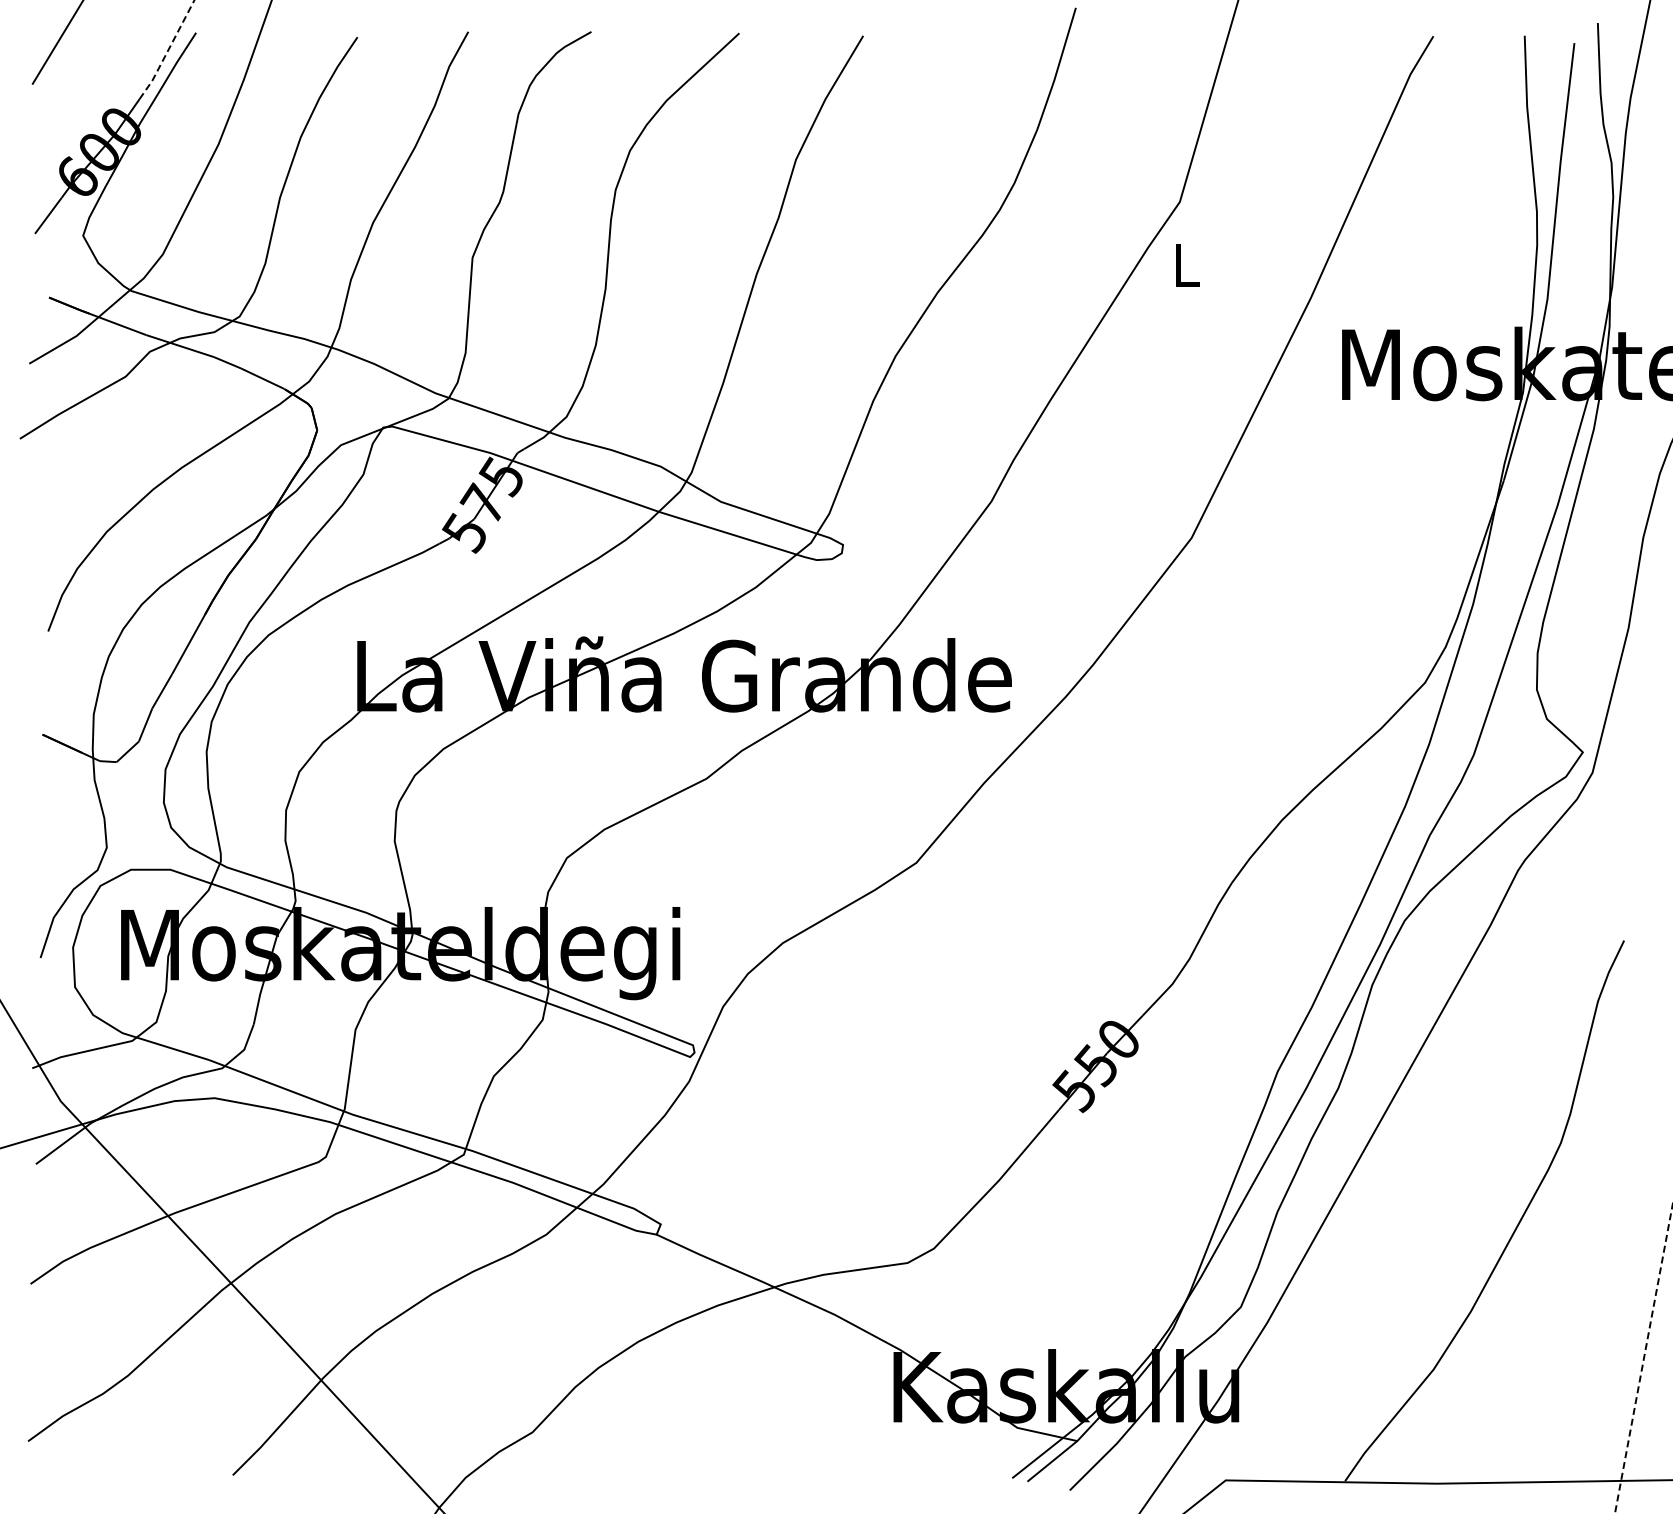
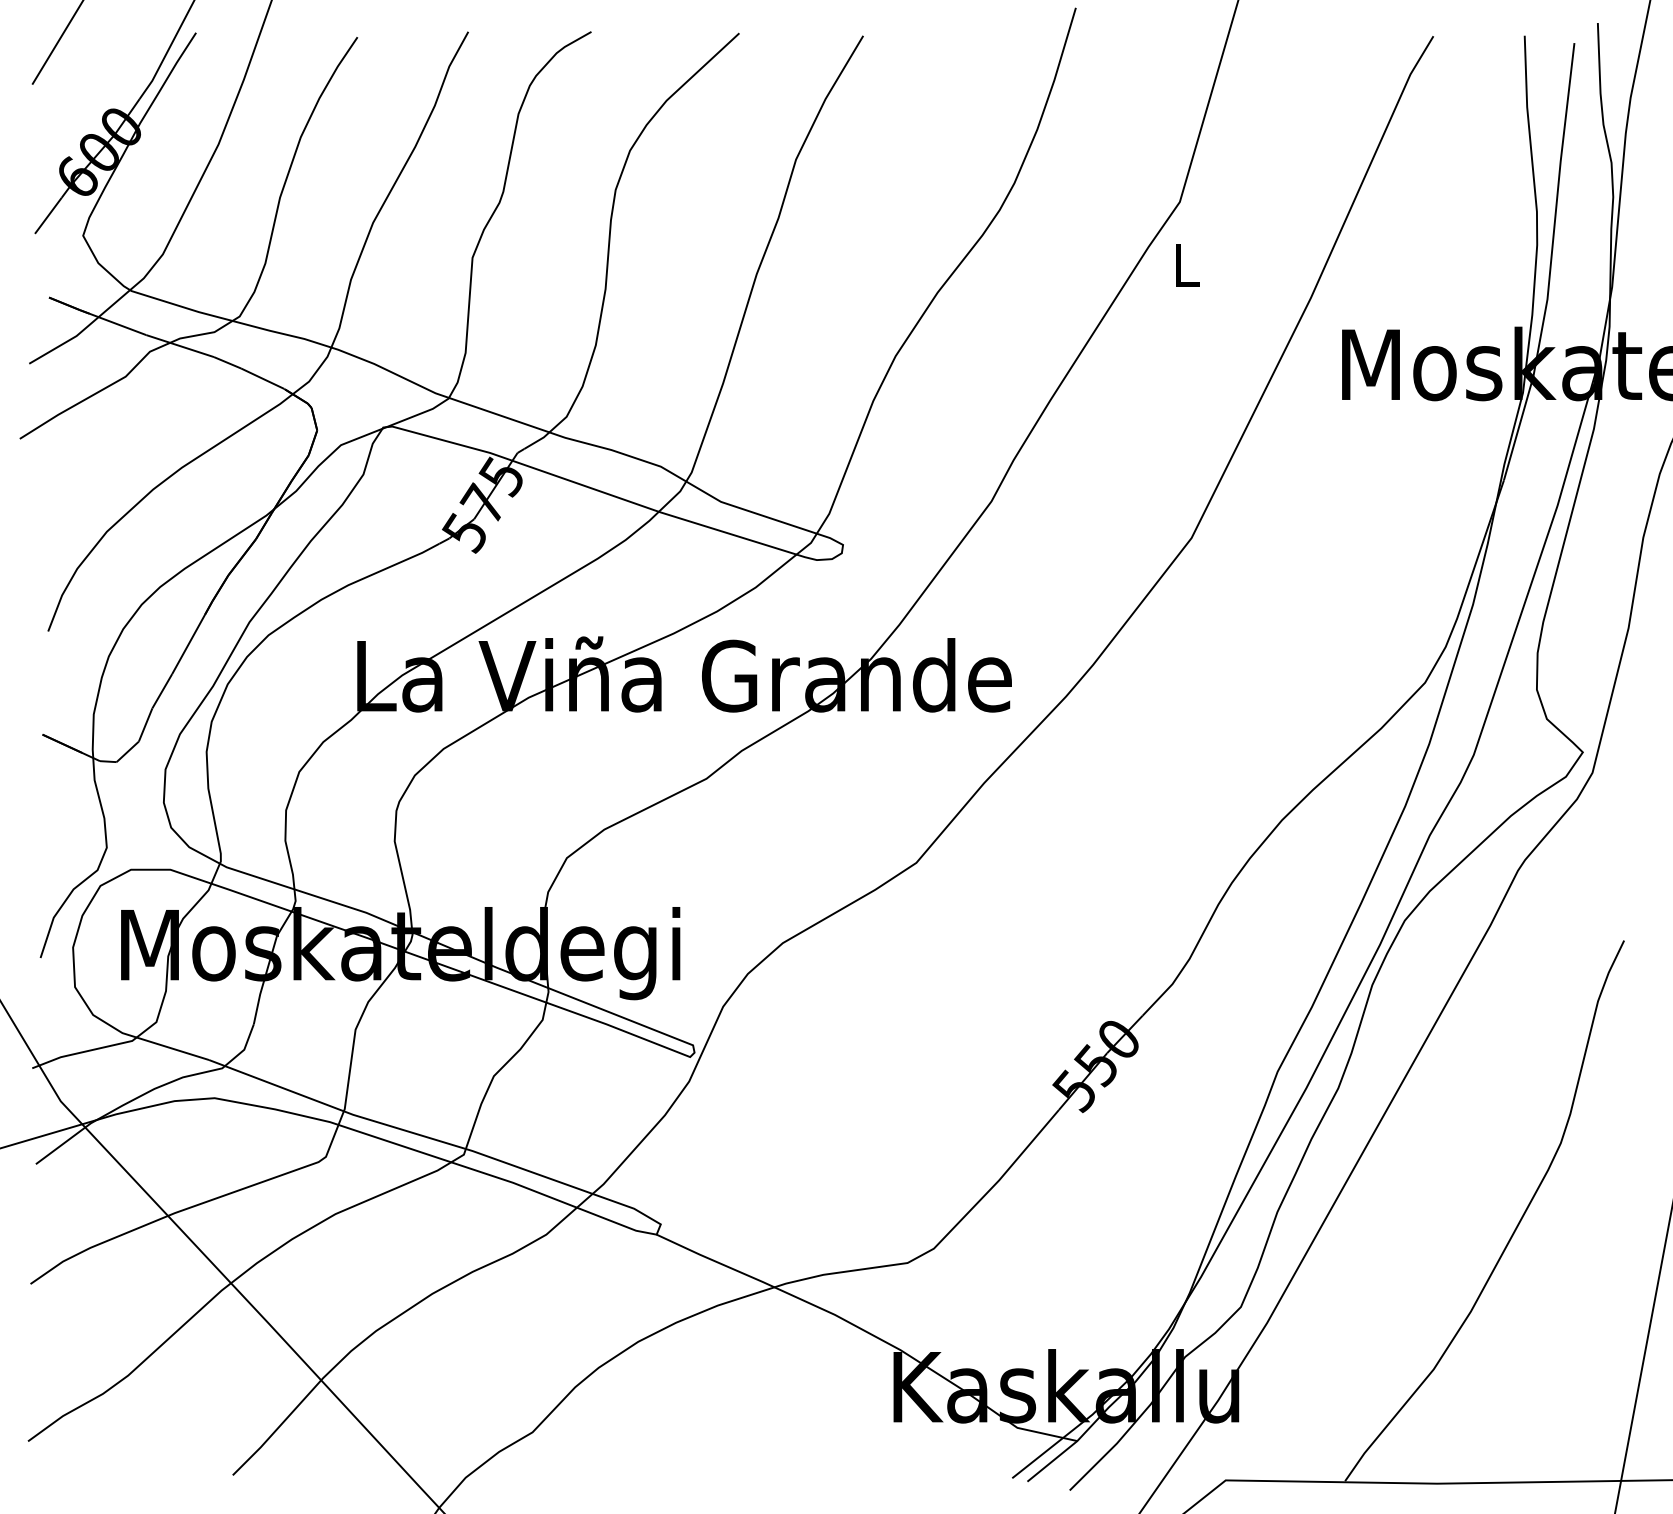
line at (168, 50): dashed -> solid
line at (1644, 1357): dashed -> solid
